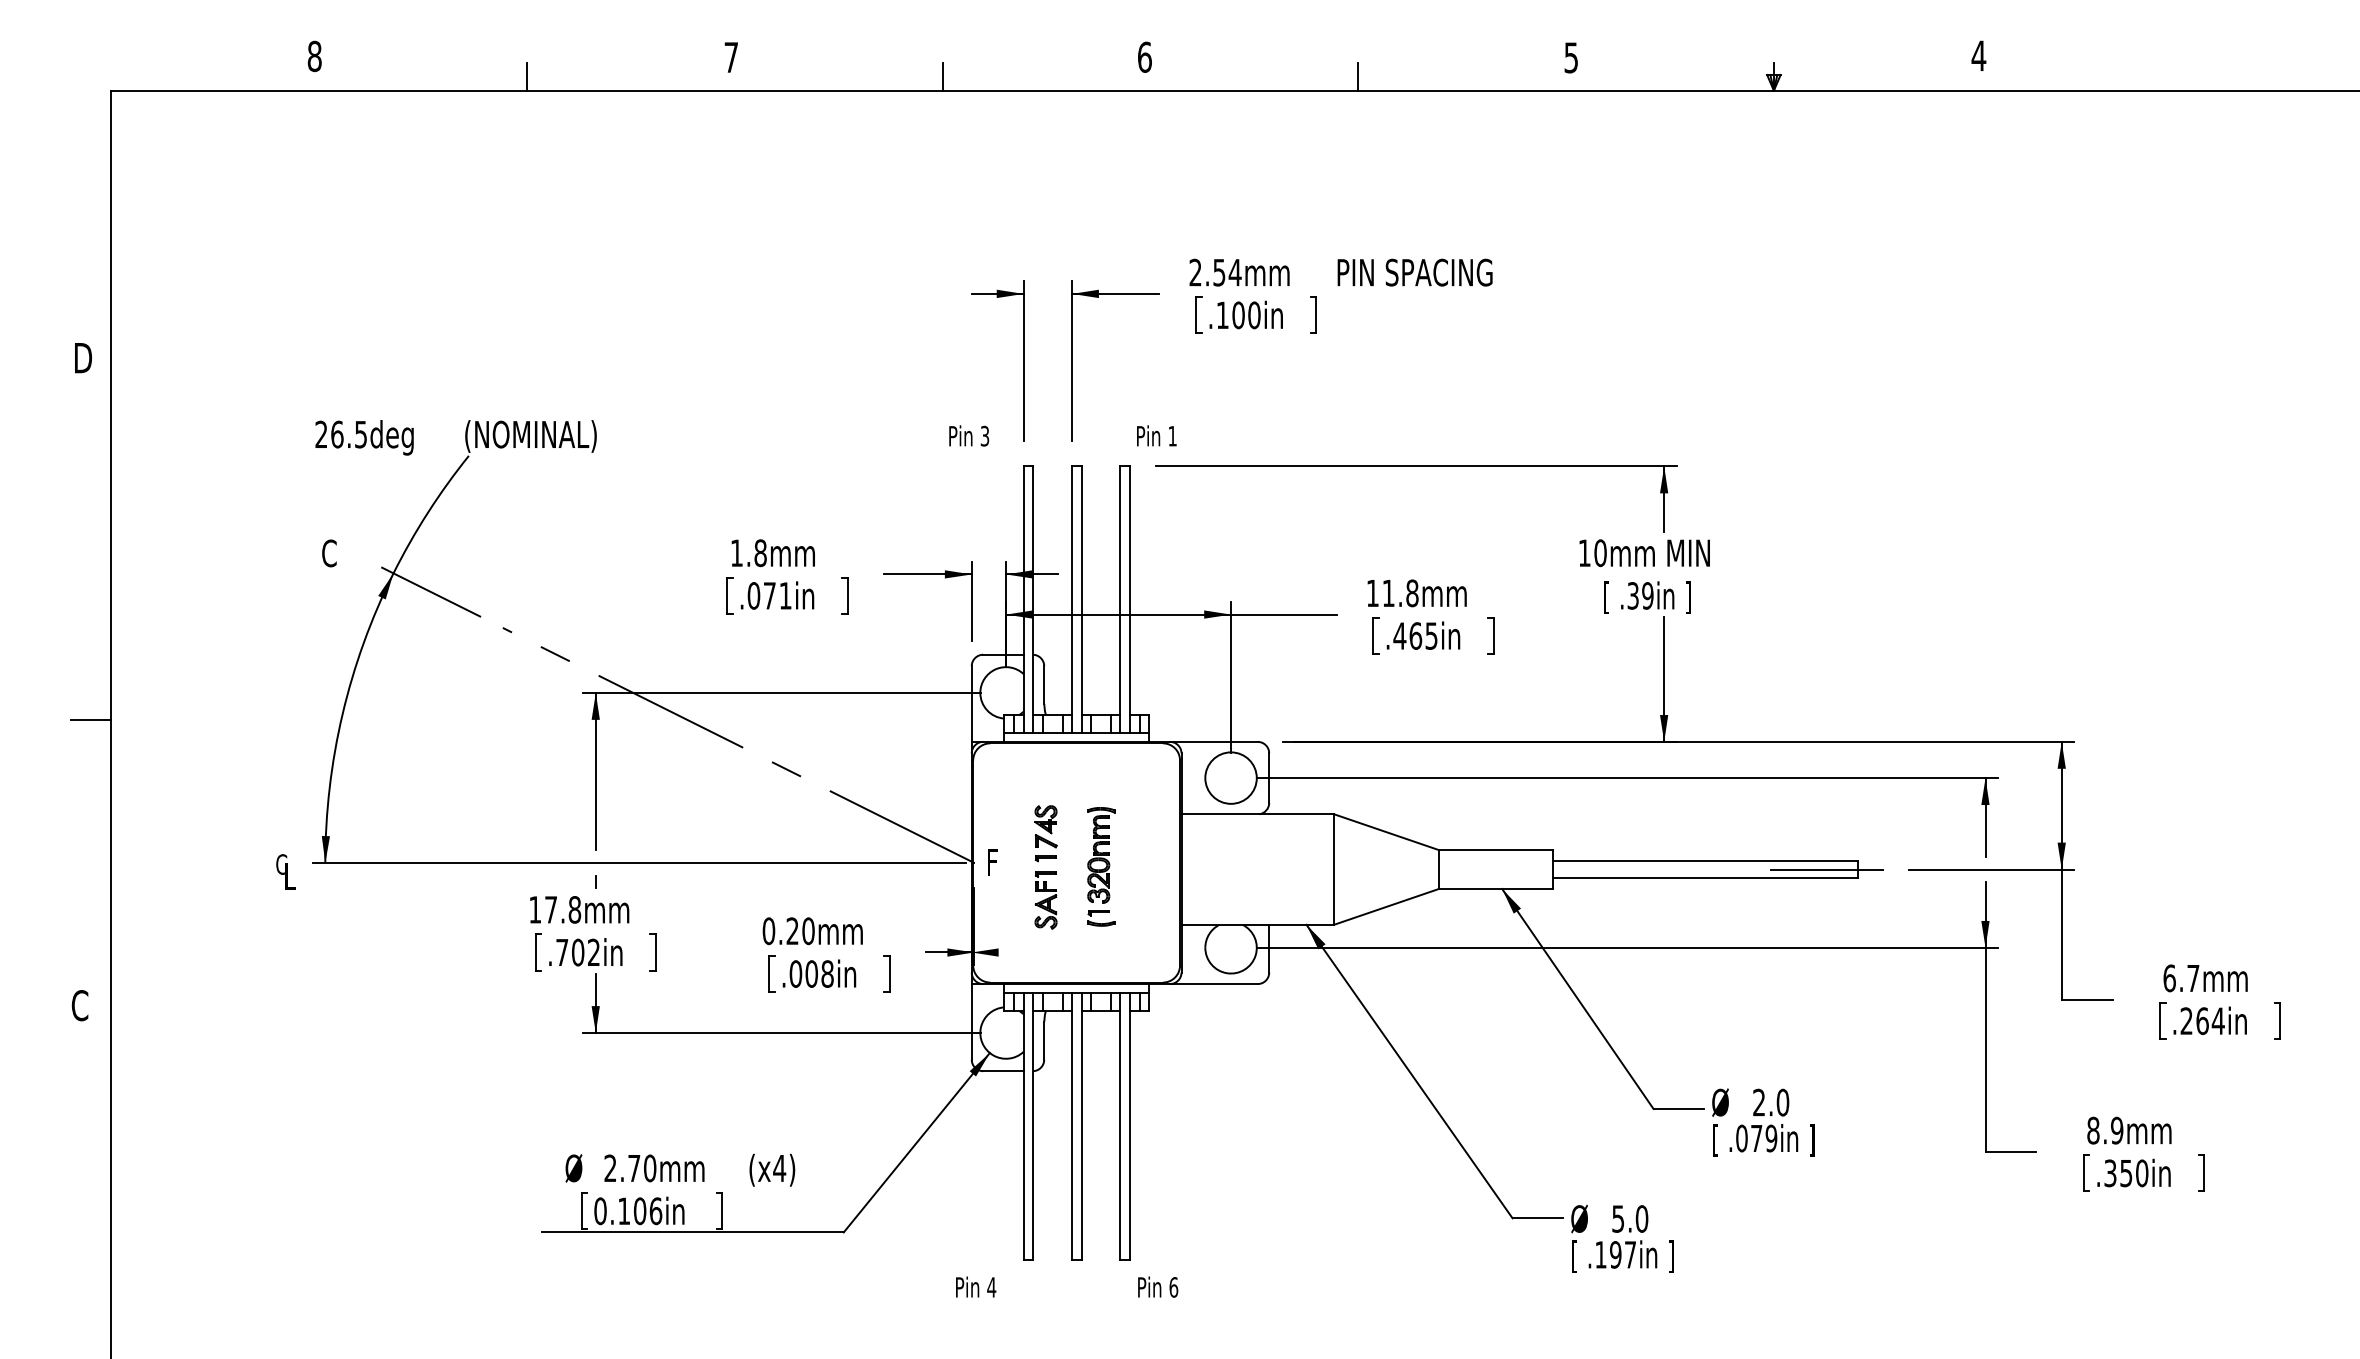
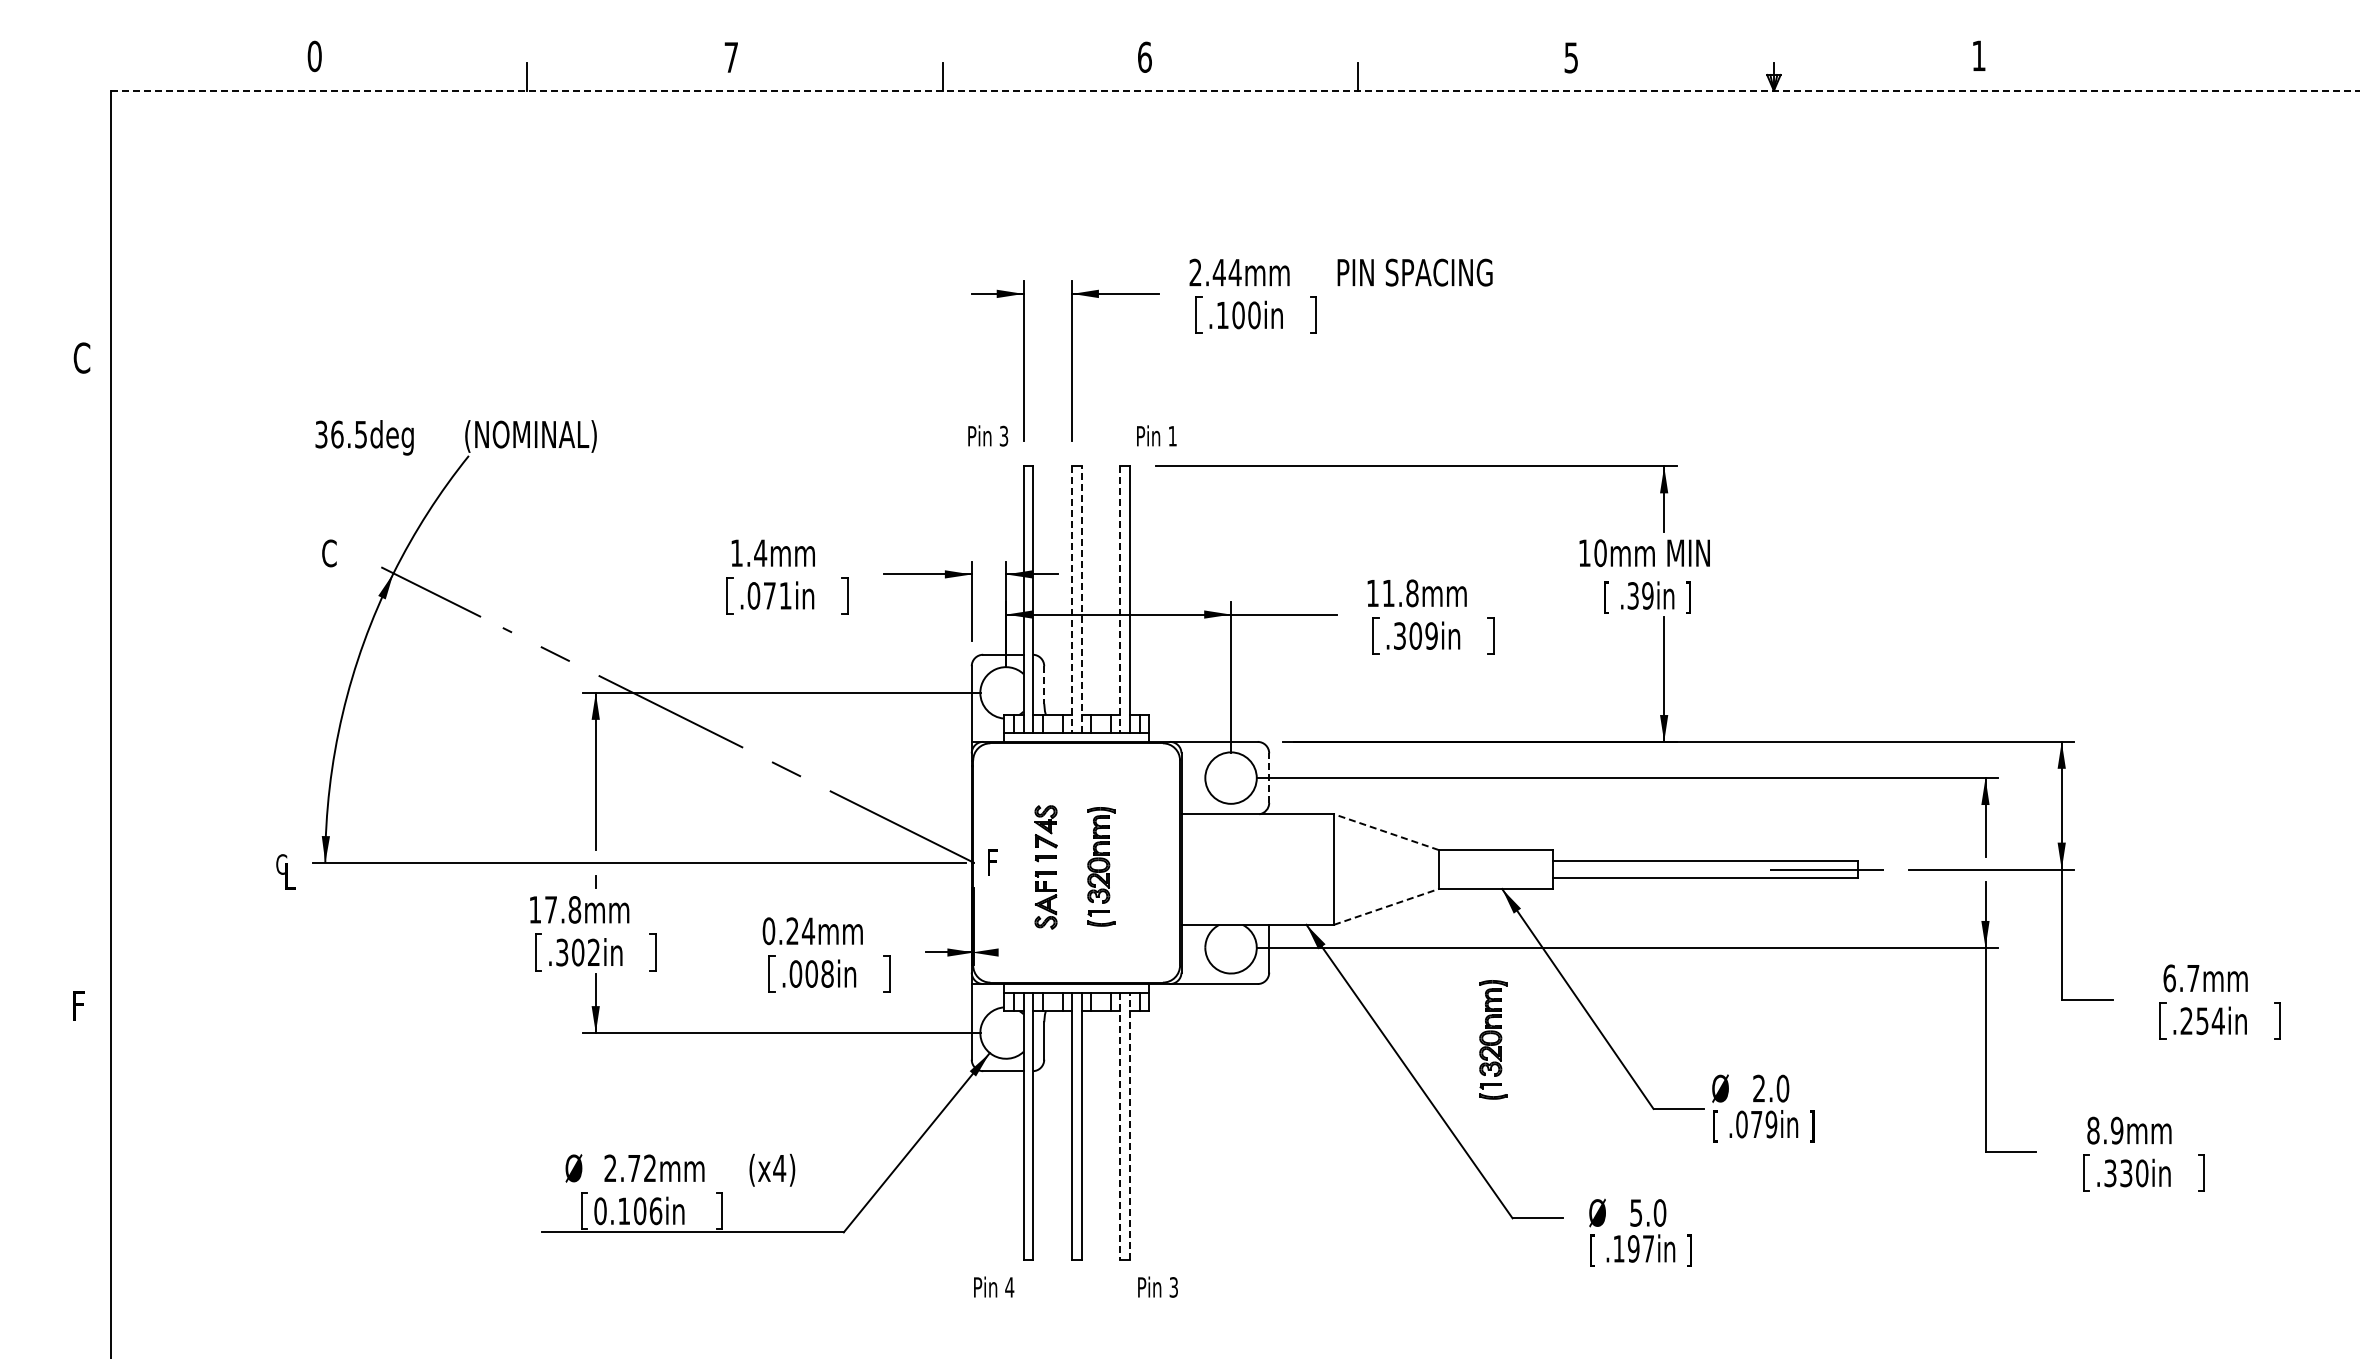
text at (1978, 55): 4 -> 1
text at (314, 56): 8 -> 0
line at (1235, 90): solid -> dashed
text at (1218, 272): 2.54mm -> 2.44mm
text at (82, 357): D -> C
text at (321, 434): 26.5deg -> 36.5deg
text at (969, 435) position: (969, 435) -> (988, 435)
text at (760, 553): 1.8mm -> 1.4mm
line at (1081, 599): solid -> dashed
line at (1072, 600): solid -> dashed
line at (1120, 600): solid -> dashed
text at (1415, 635): .465in -> .309in
line at (1044, 684): solid -> dashed
line at (90, 720): present -> none
line at (1269, 778): solid -> dashed
line at (1385, 832): solid -> dashed
line at (1386, 906): solid -> dashed
text at (808, 931): 0.20mm -> 0.24mm
text at (562, 952): .702in -> .302in
text at (79, 1005): C -> F
text at (2202, 1021): .264in -> .254in
part at (1493, 1039): none -> present
text at (1763, 1122) position: (1763, 1122) -> (1763, 1108)
line at (1130, 1125): solid -> dashed
line at (1120, 1126): solid -> dashed
text at (650, 1168): 2.70mm -> 2.72mm
text at (2126, 1172): .350in -> .330in
text at (1622, 1238) position: (1622, 1238) -> (1640, 1232)
text at (976, 1286) position: (976, 1286) -> (994, 1286)
text at (1173, 1287): 6 -> 3
